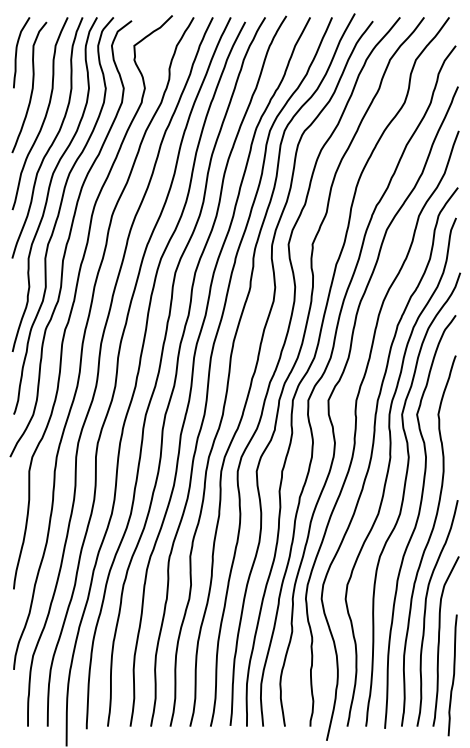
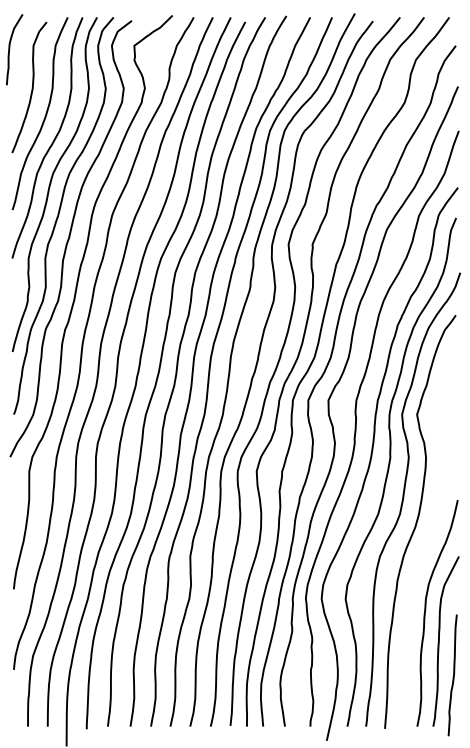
curve at (17, 52) position: (17, 52) -> (10, 49)
curve at (428, 540): present -> none
